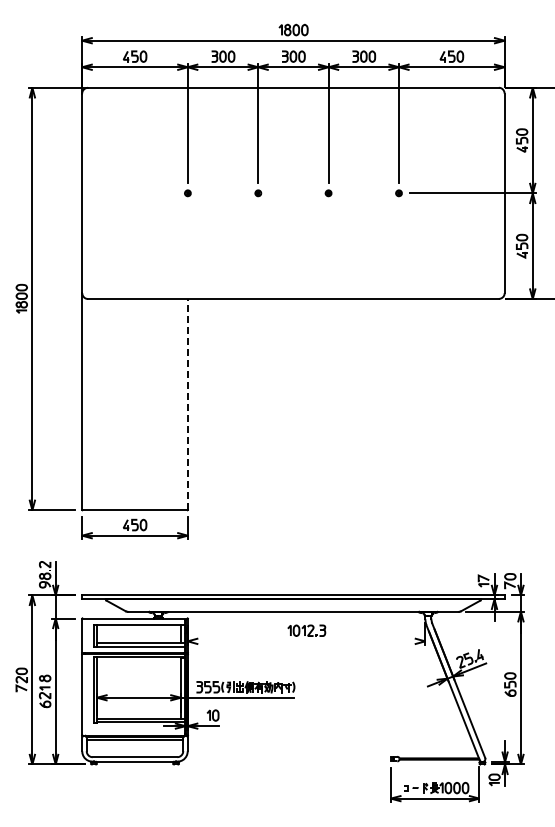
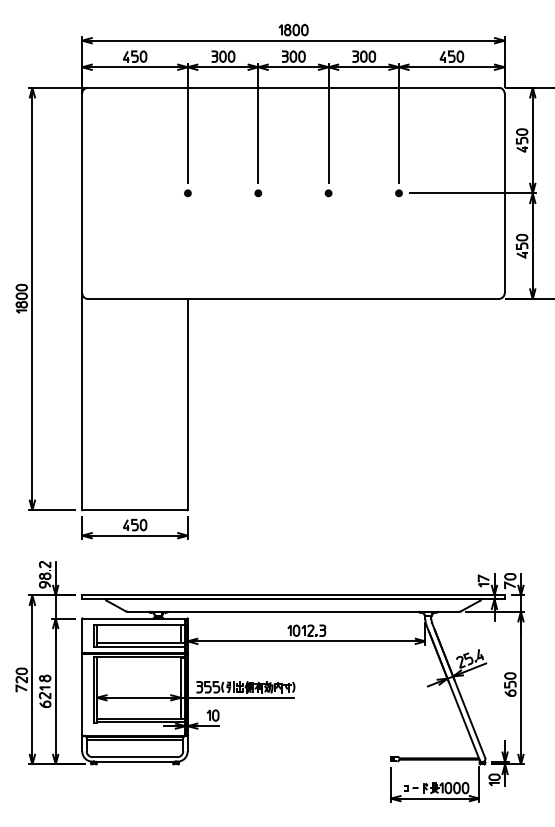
line at (187, 404): dashed -> solid
line at (306, 641): none -> present
